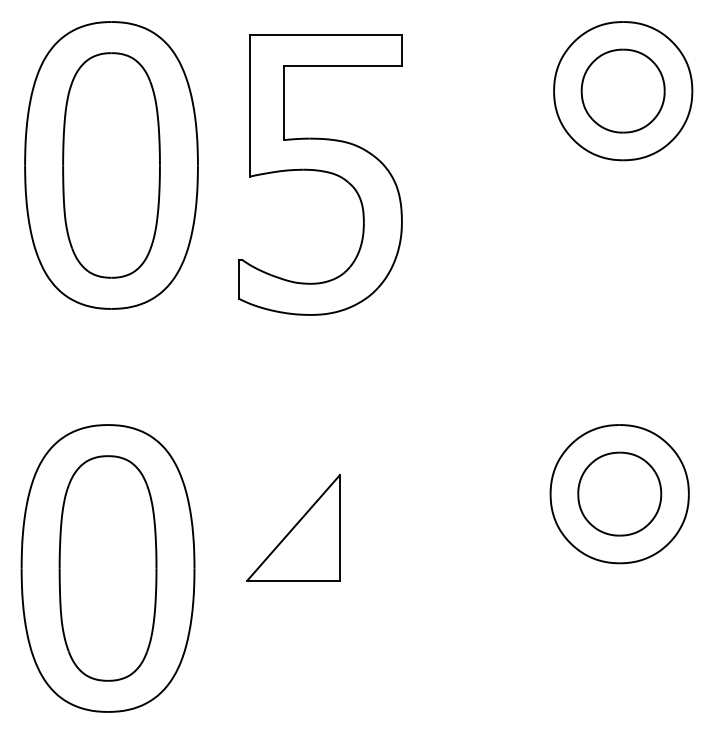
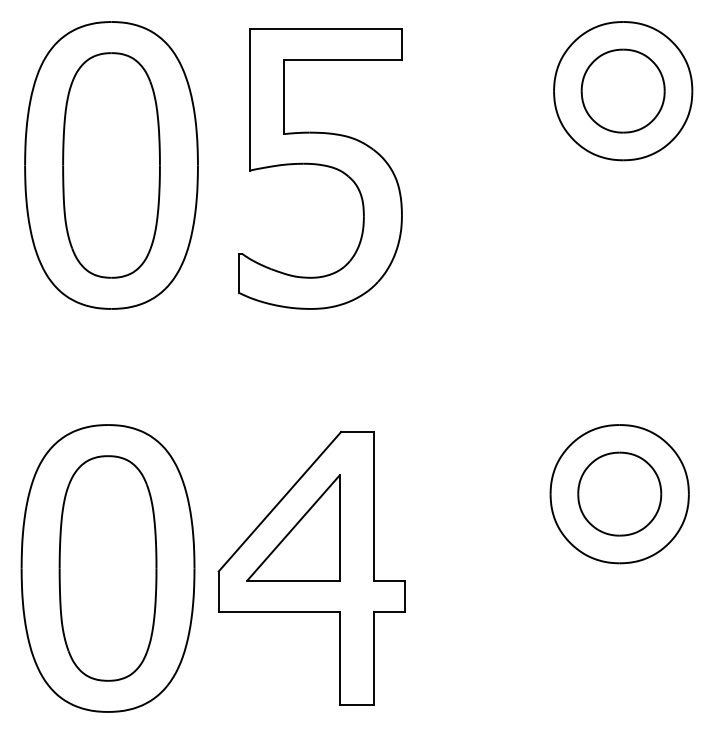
part at (320, 174) position: (320, 174) -> (320, 168)
part at (311, 567): none -> present
